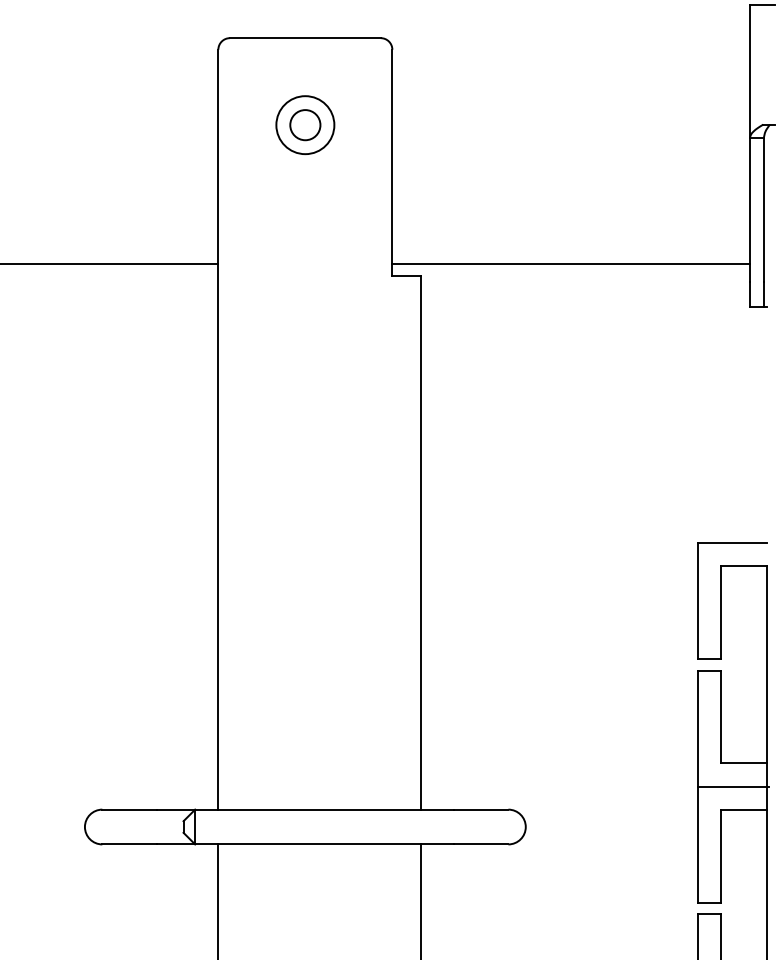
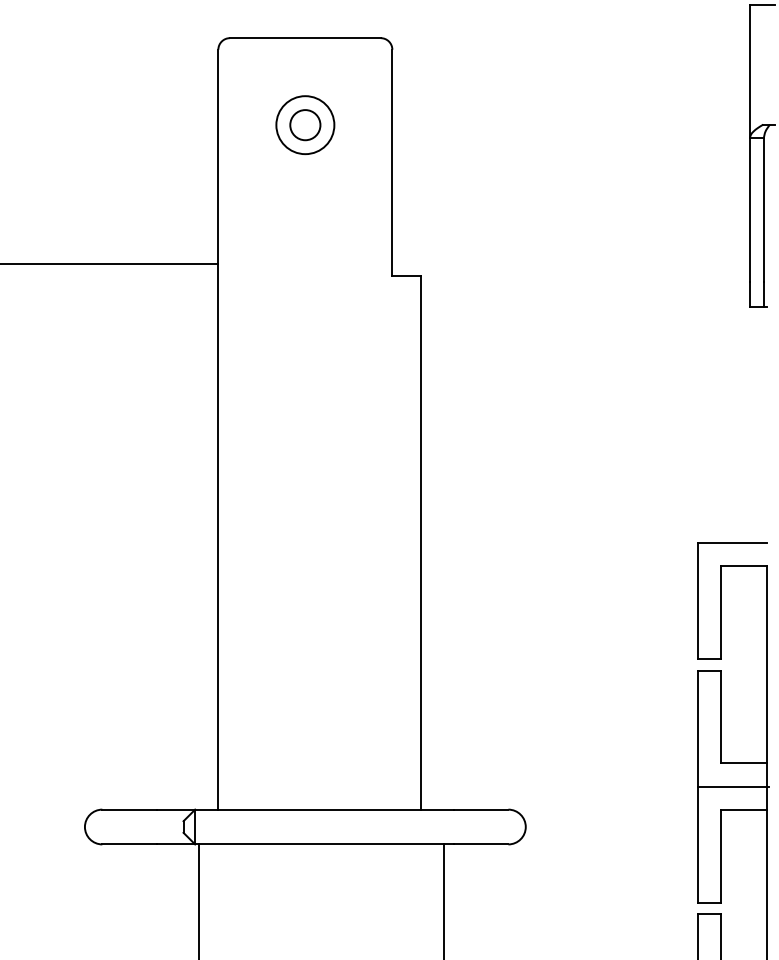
line at (570, 264): present -> none
line at (218, 900) position: (218, 900) -> (199, 900)
line at (420, 900) position: (420, 900) -> (443, 900)
